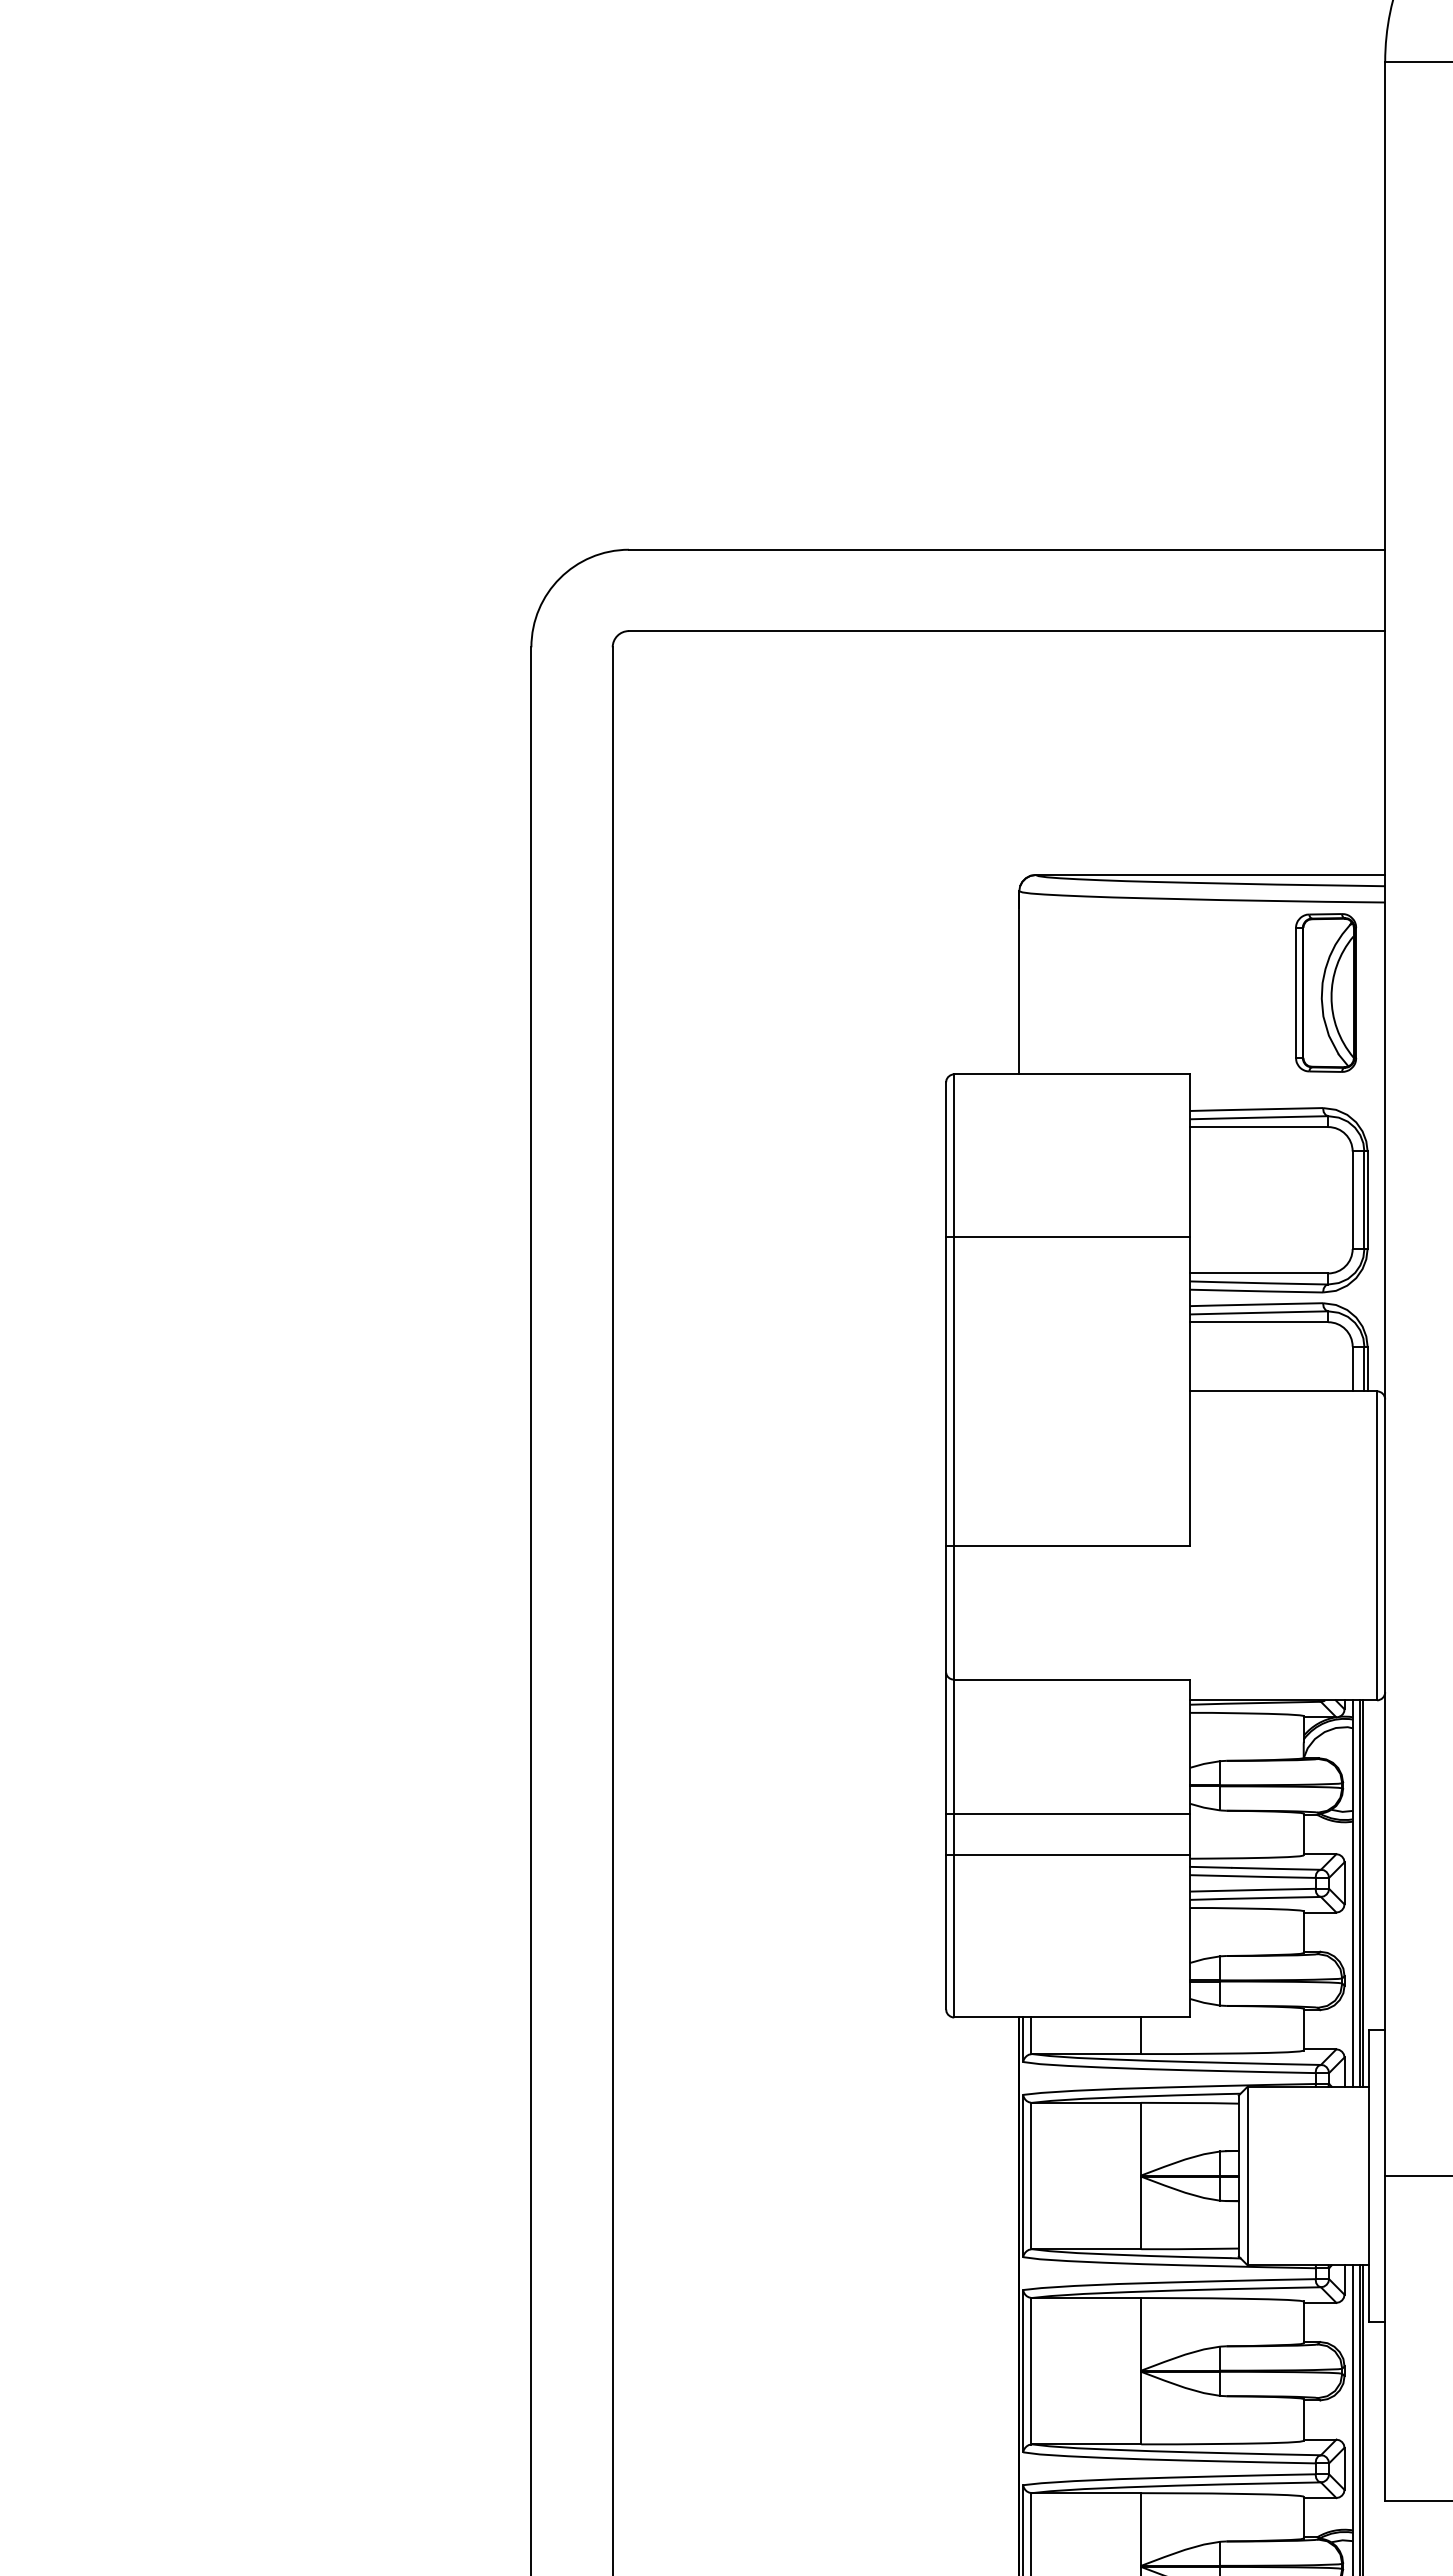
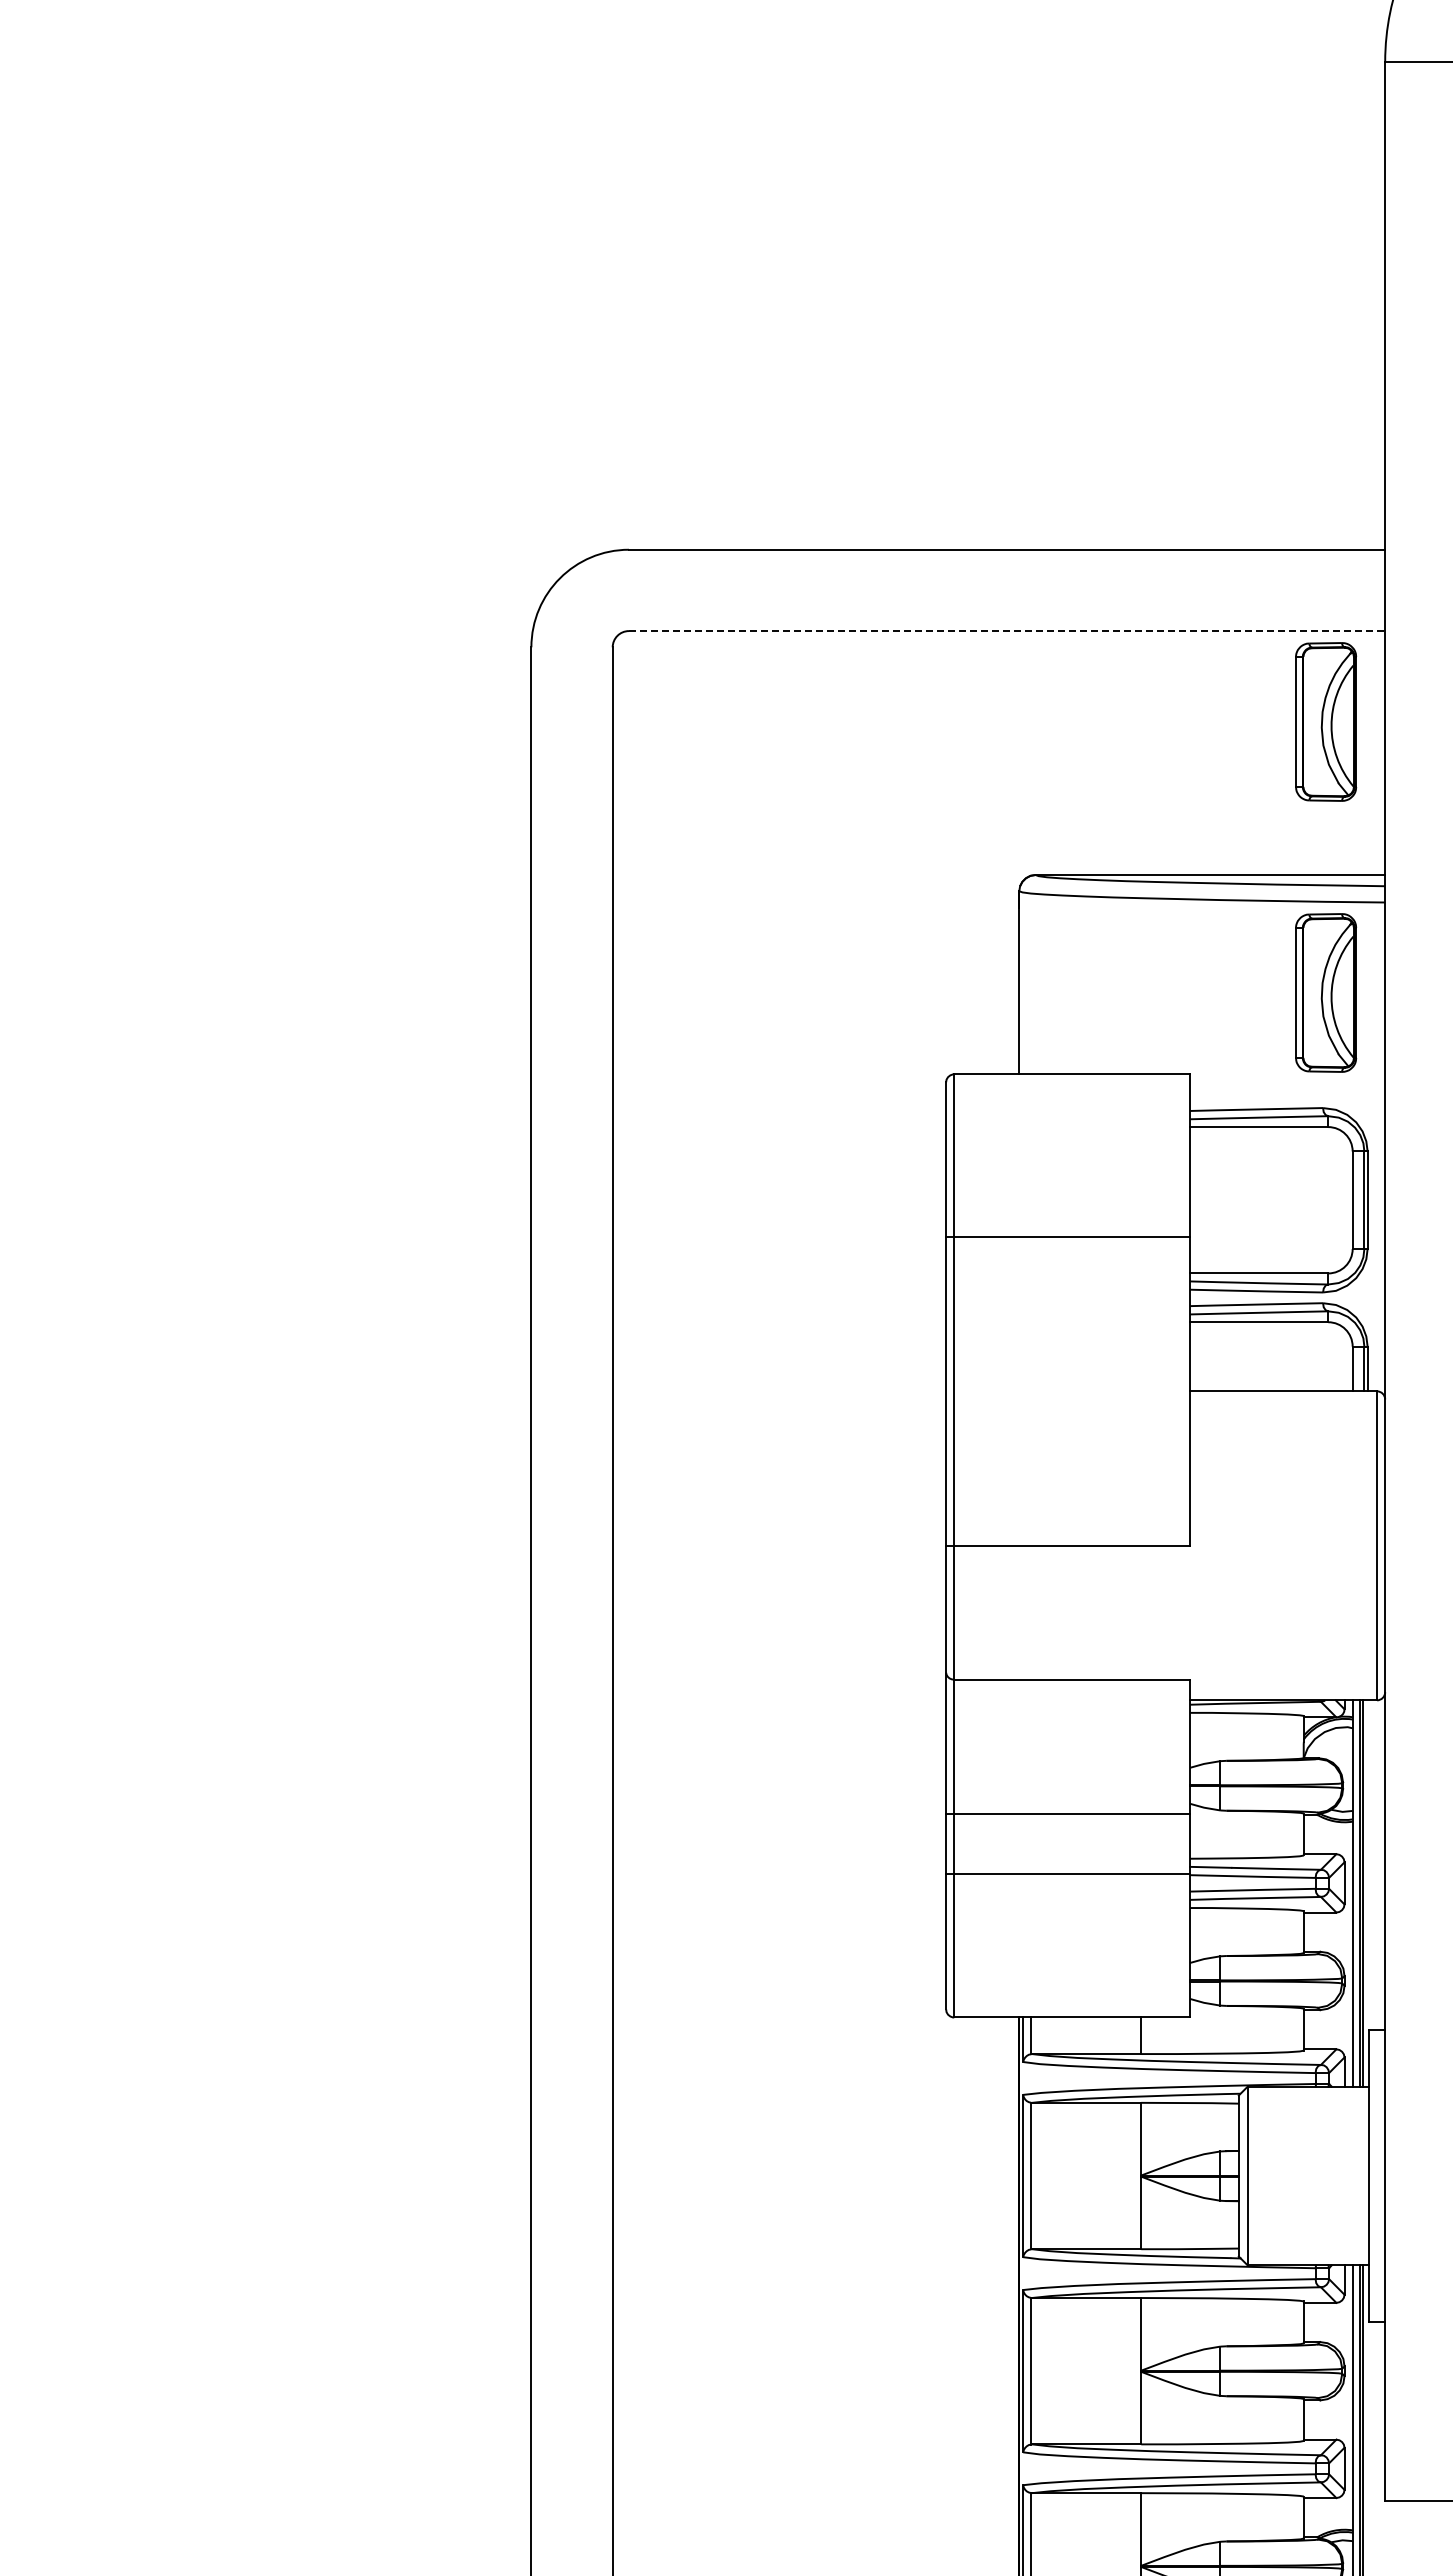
line at (1007, 631): solid -> dashed
part at (1326, 721): none -> present
line at (1068, 1854) position: (1068, 1854) -> (1068, 1873)
line at (1417, 2176): present -> none
